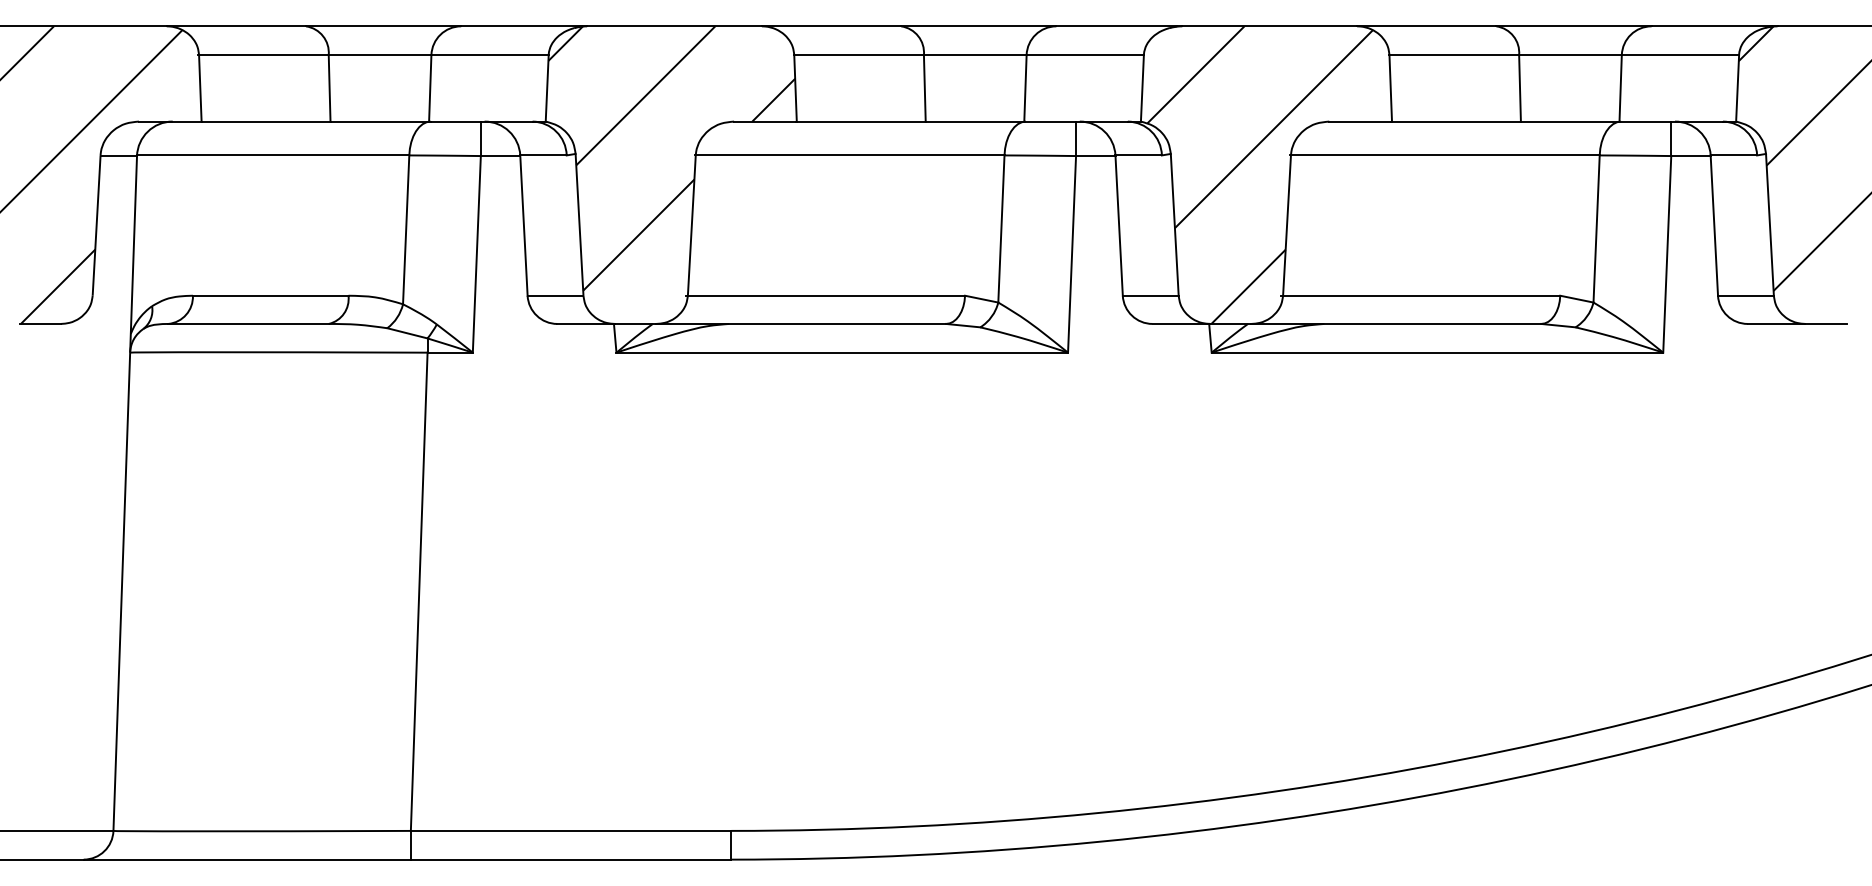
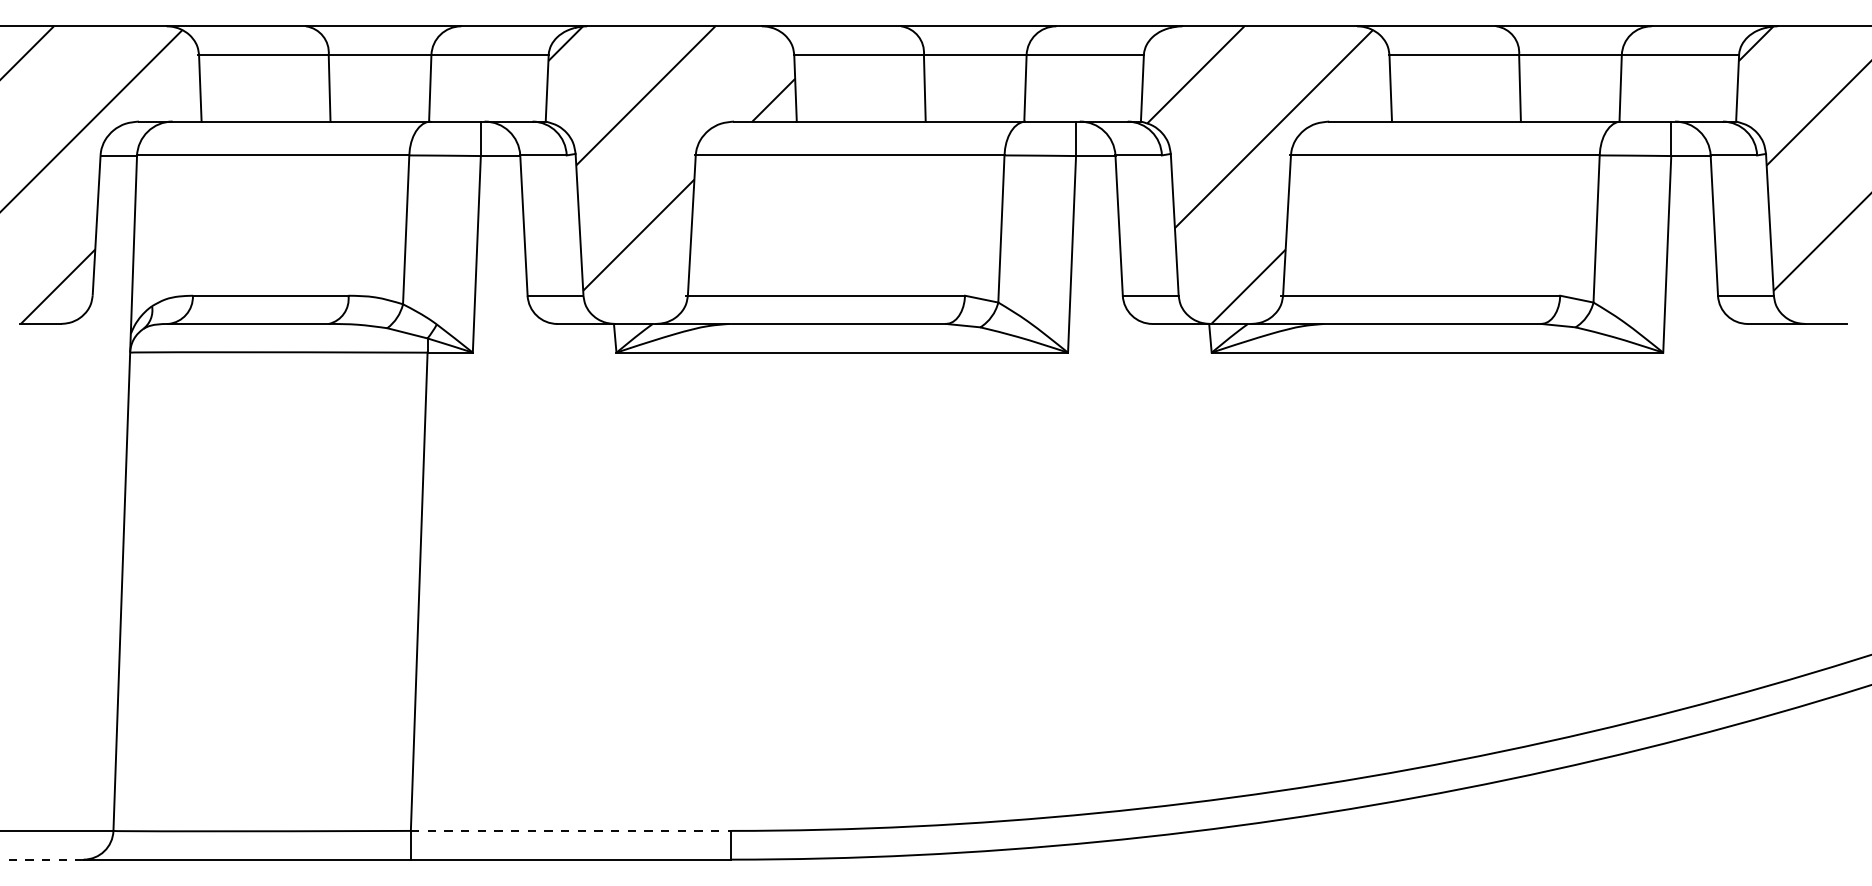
line at (571, 830): solid -> dashed
line at (41, 859): solid -> dashed
